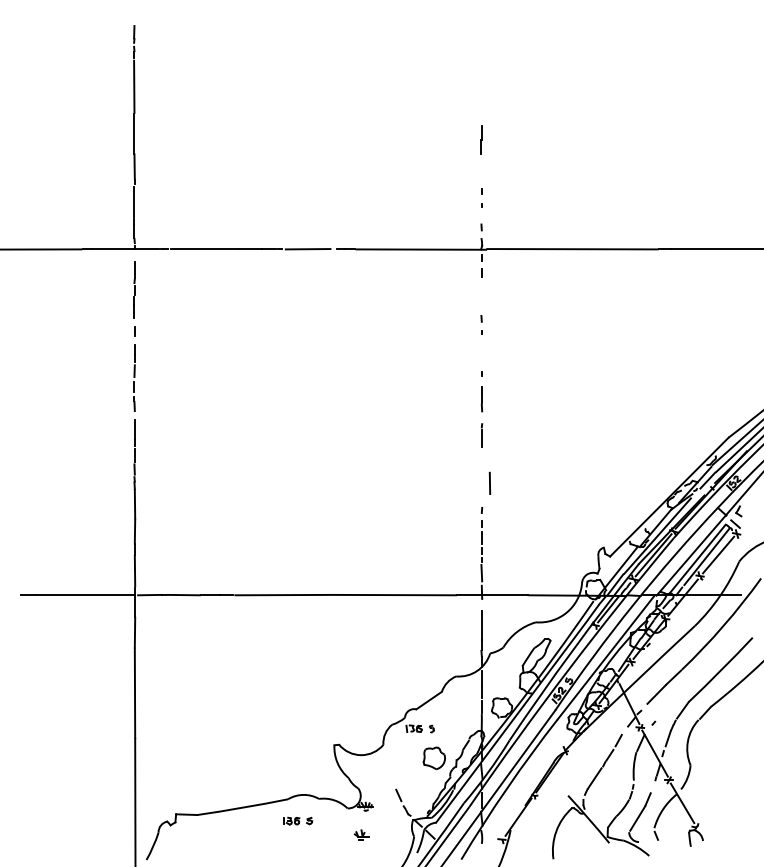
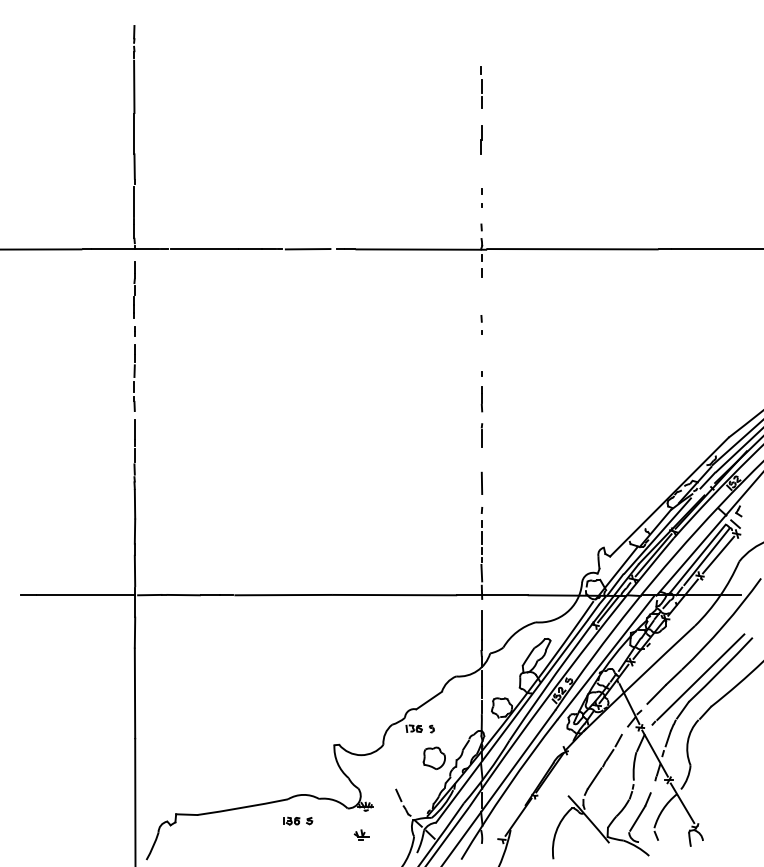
part at (481, 87): none -> present
line at (489, 482) position: (489, 482) -> (481, 482)
line at (700, 676): none -> present
